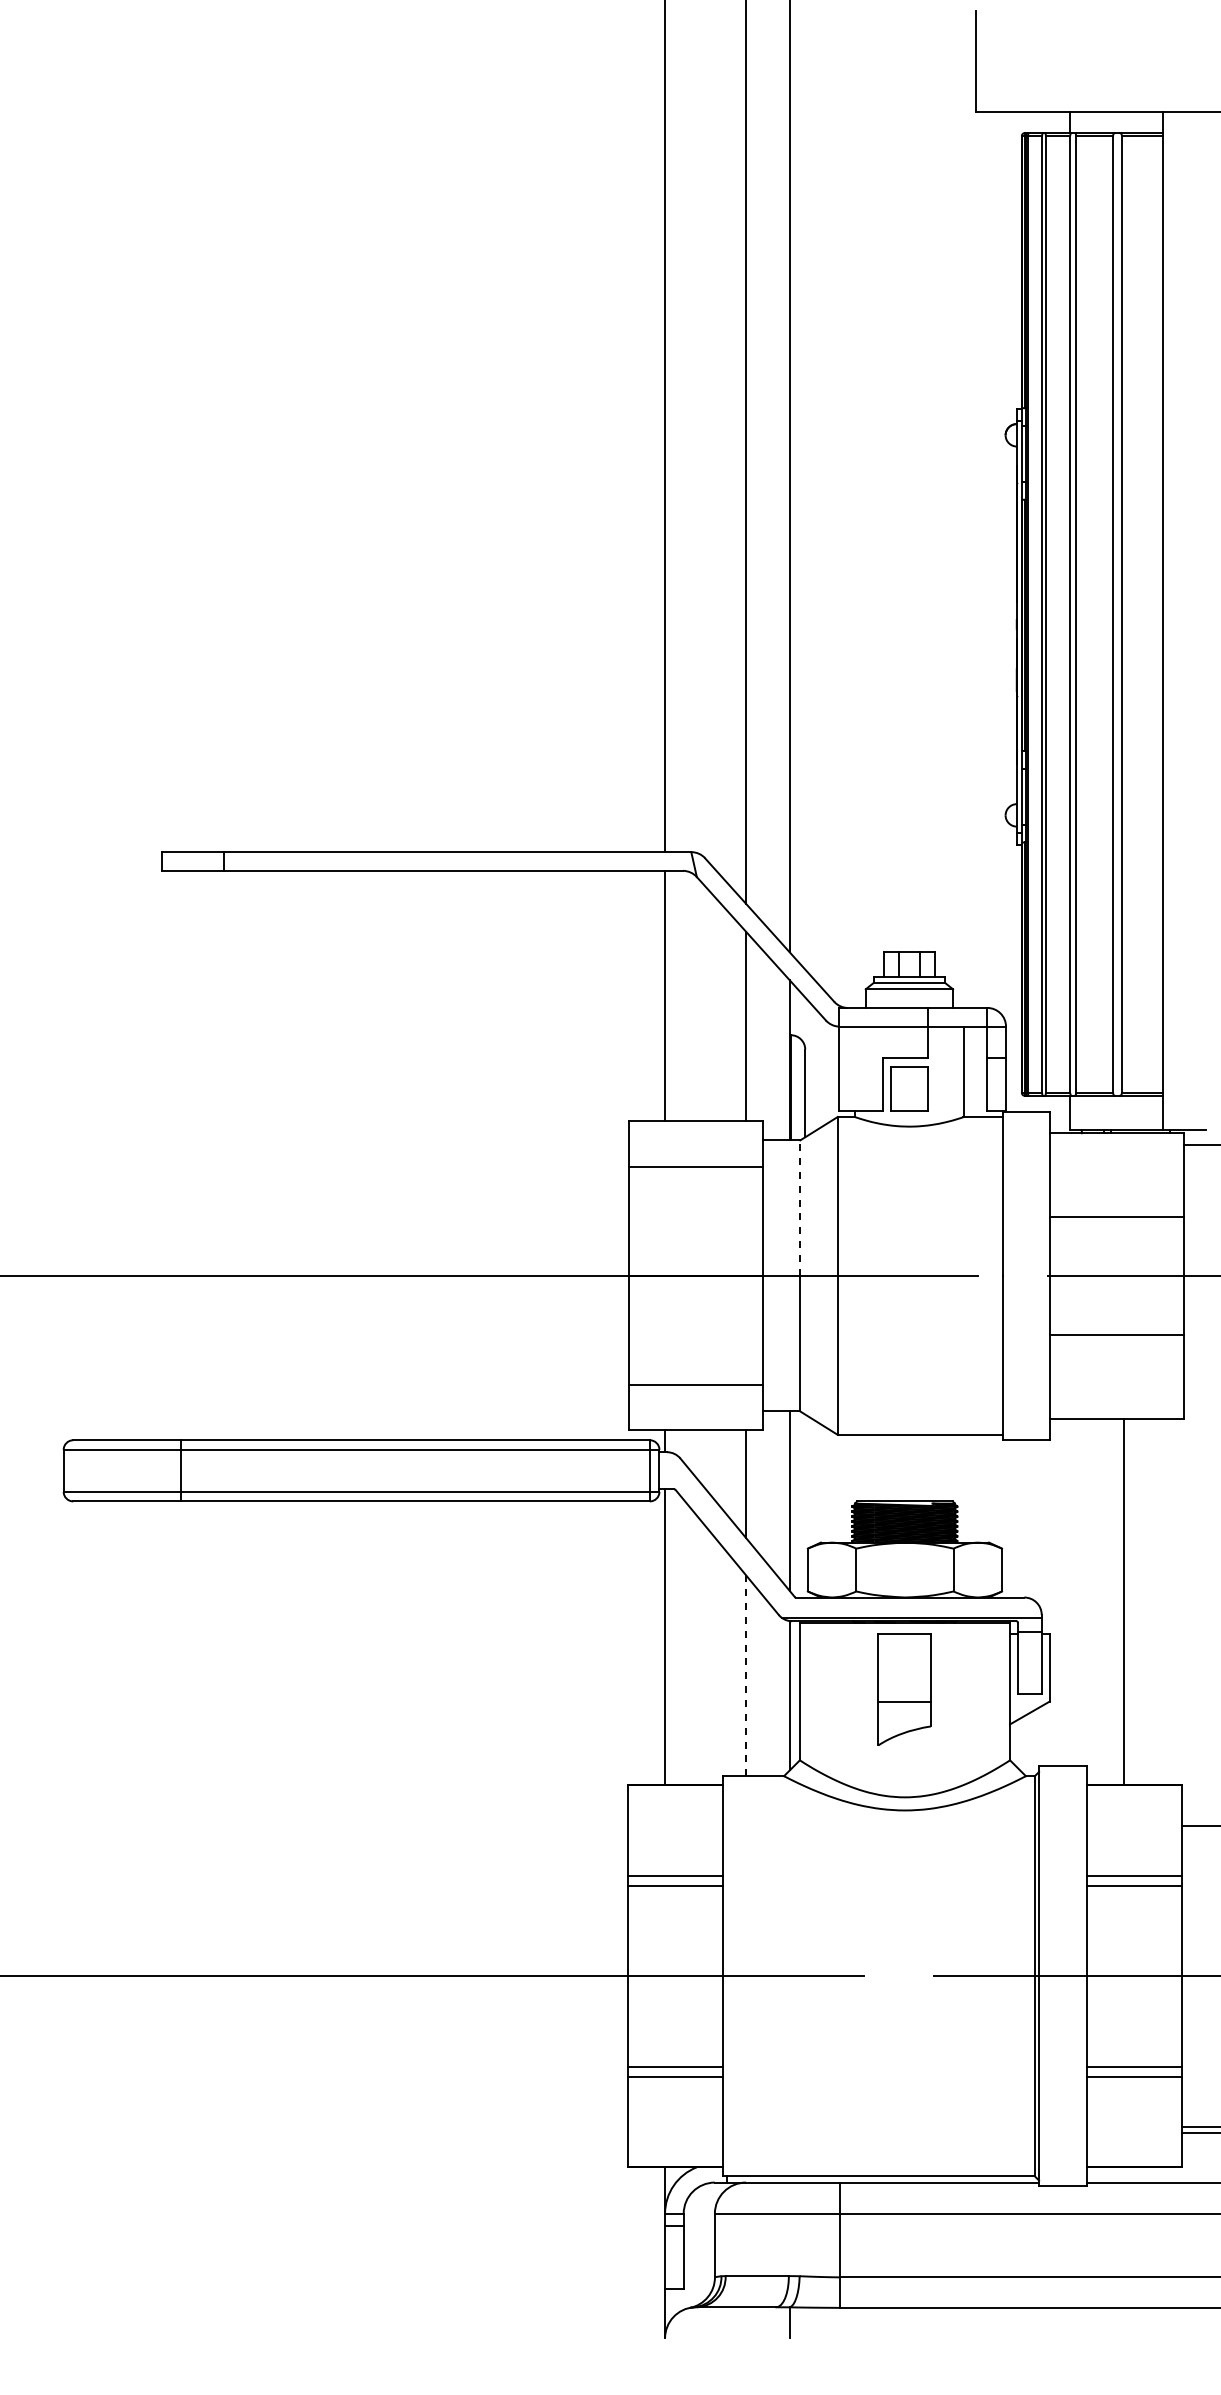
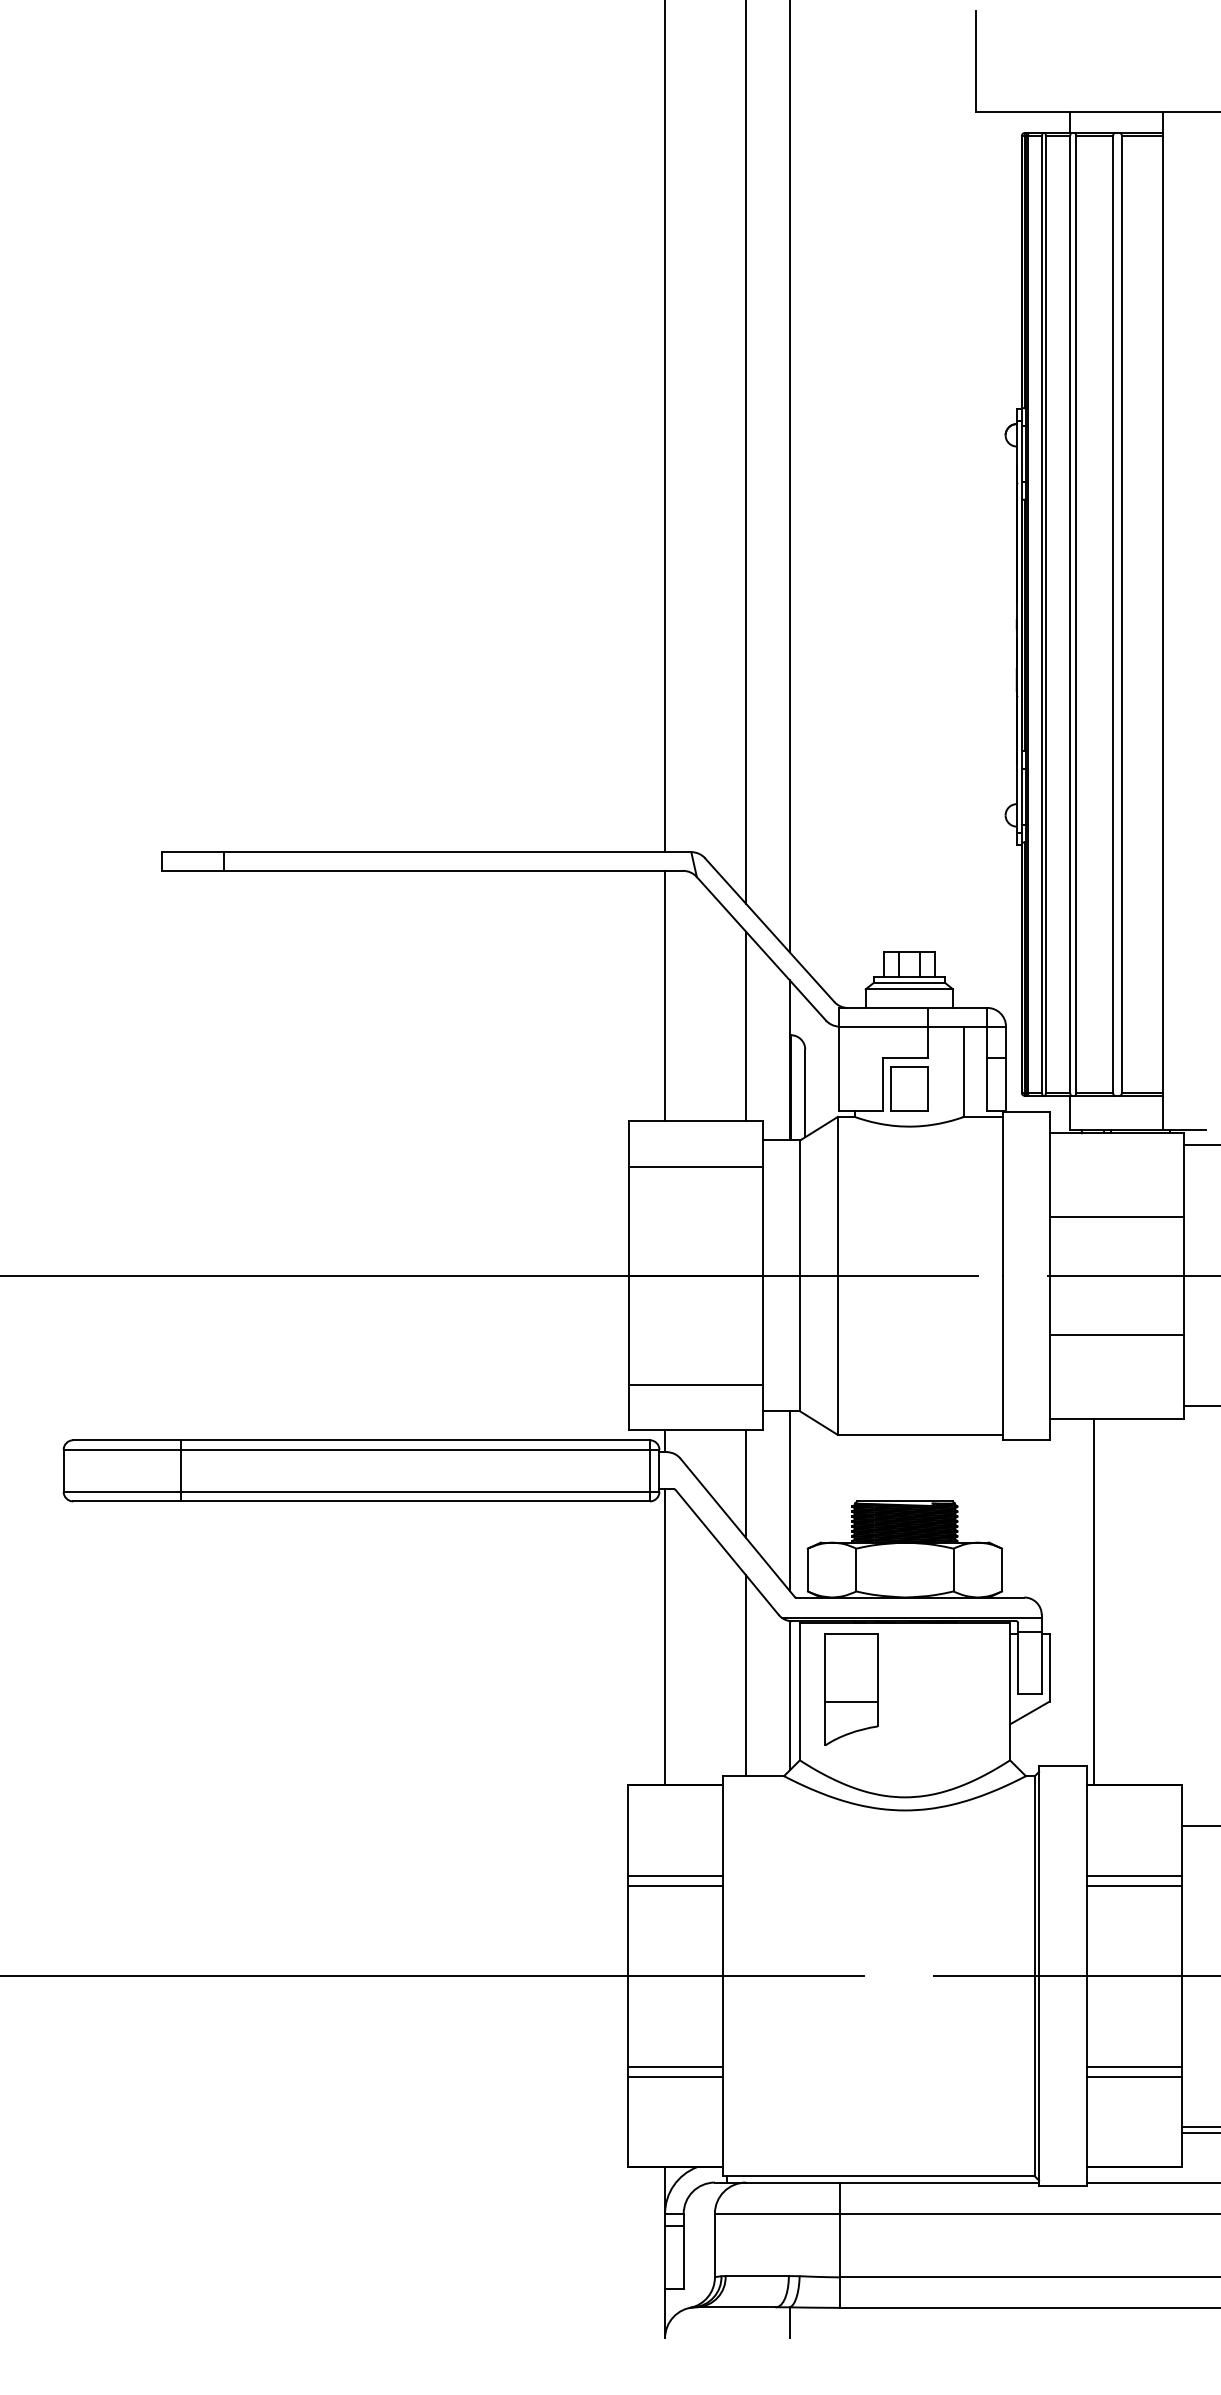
line at (800, 1208): dashed -> solid
line at (1200, 1406): none -> present
line at (1124, 1601) position: (1124, 1601) -> (1094, 1601)
line at (746, 1676): dashed -> solid
part at (904, 1689) position: (904, 1689) -> (851, 1689)
